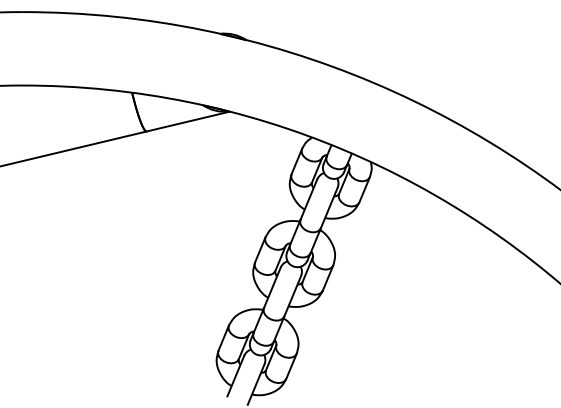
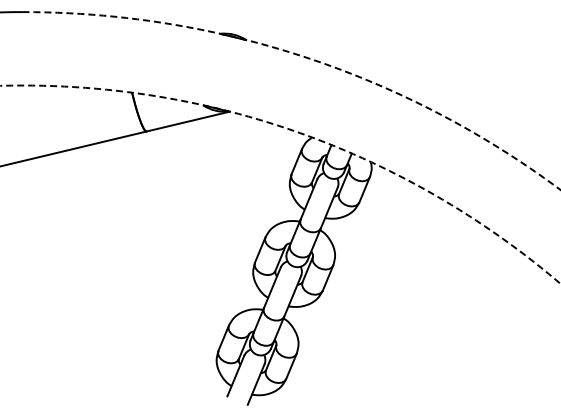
arc at (305, 57): solid -> dashed
arc at (298, 132): solid -> dashed
